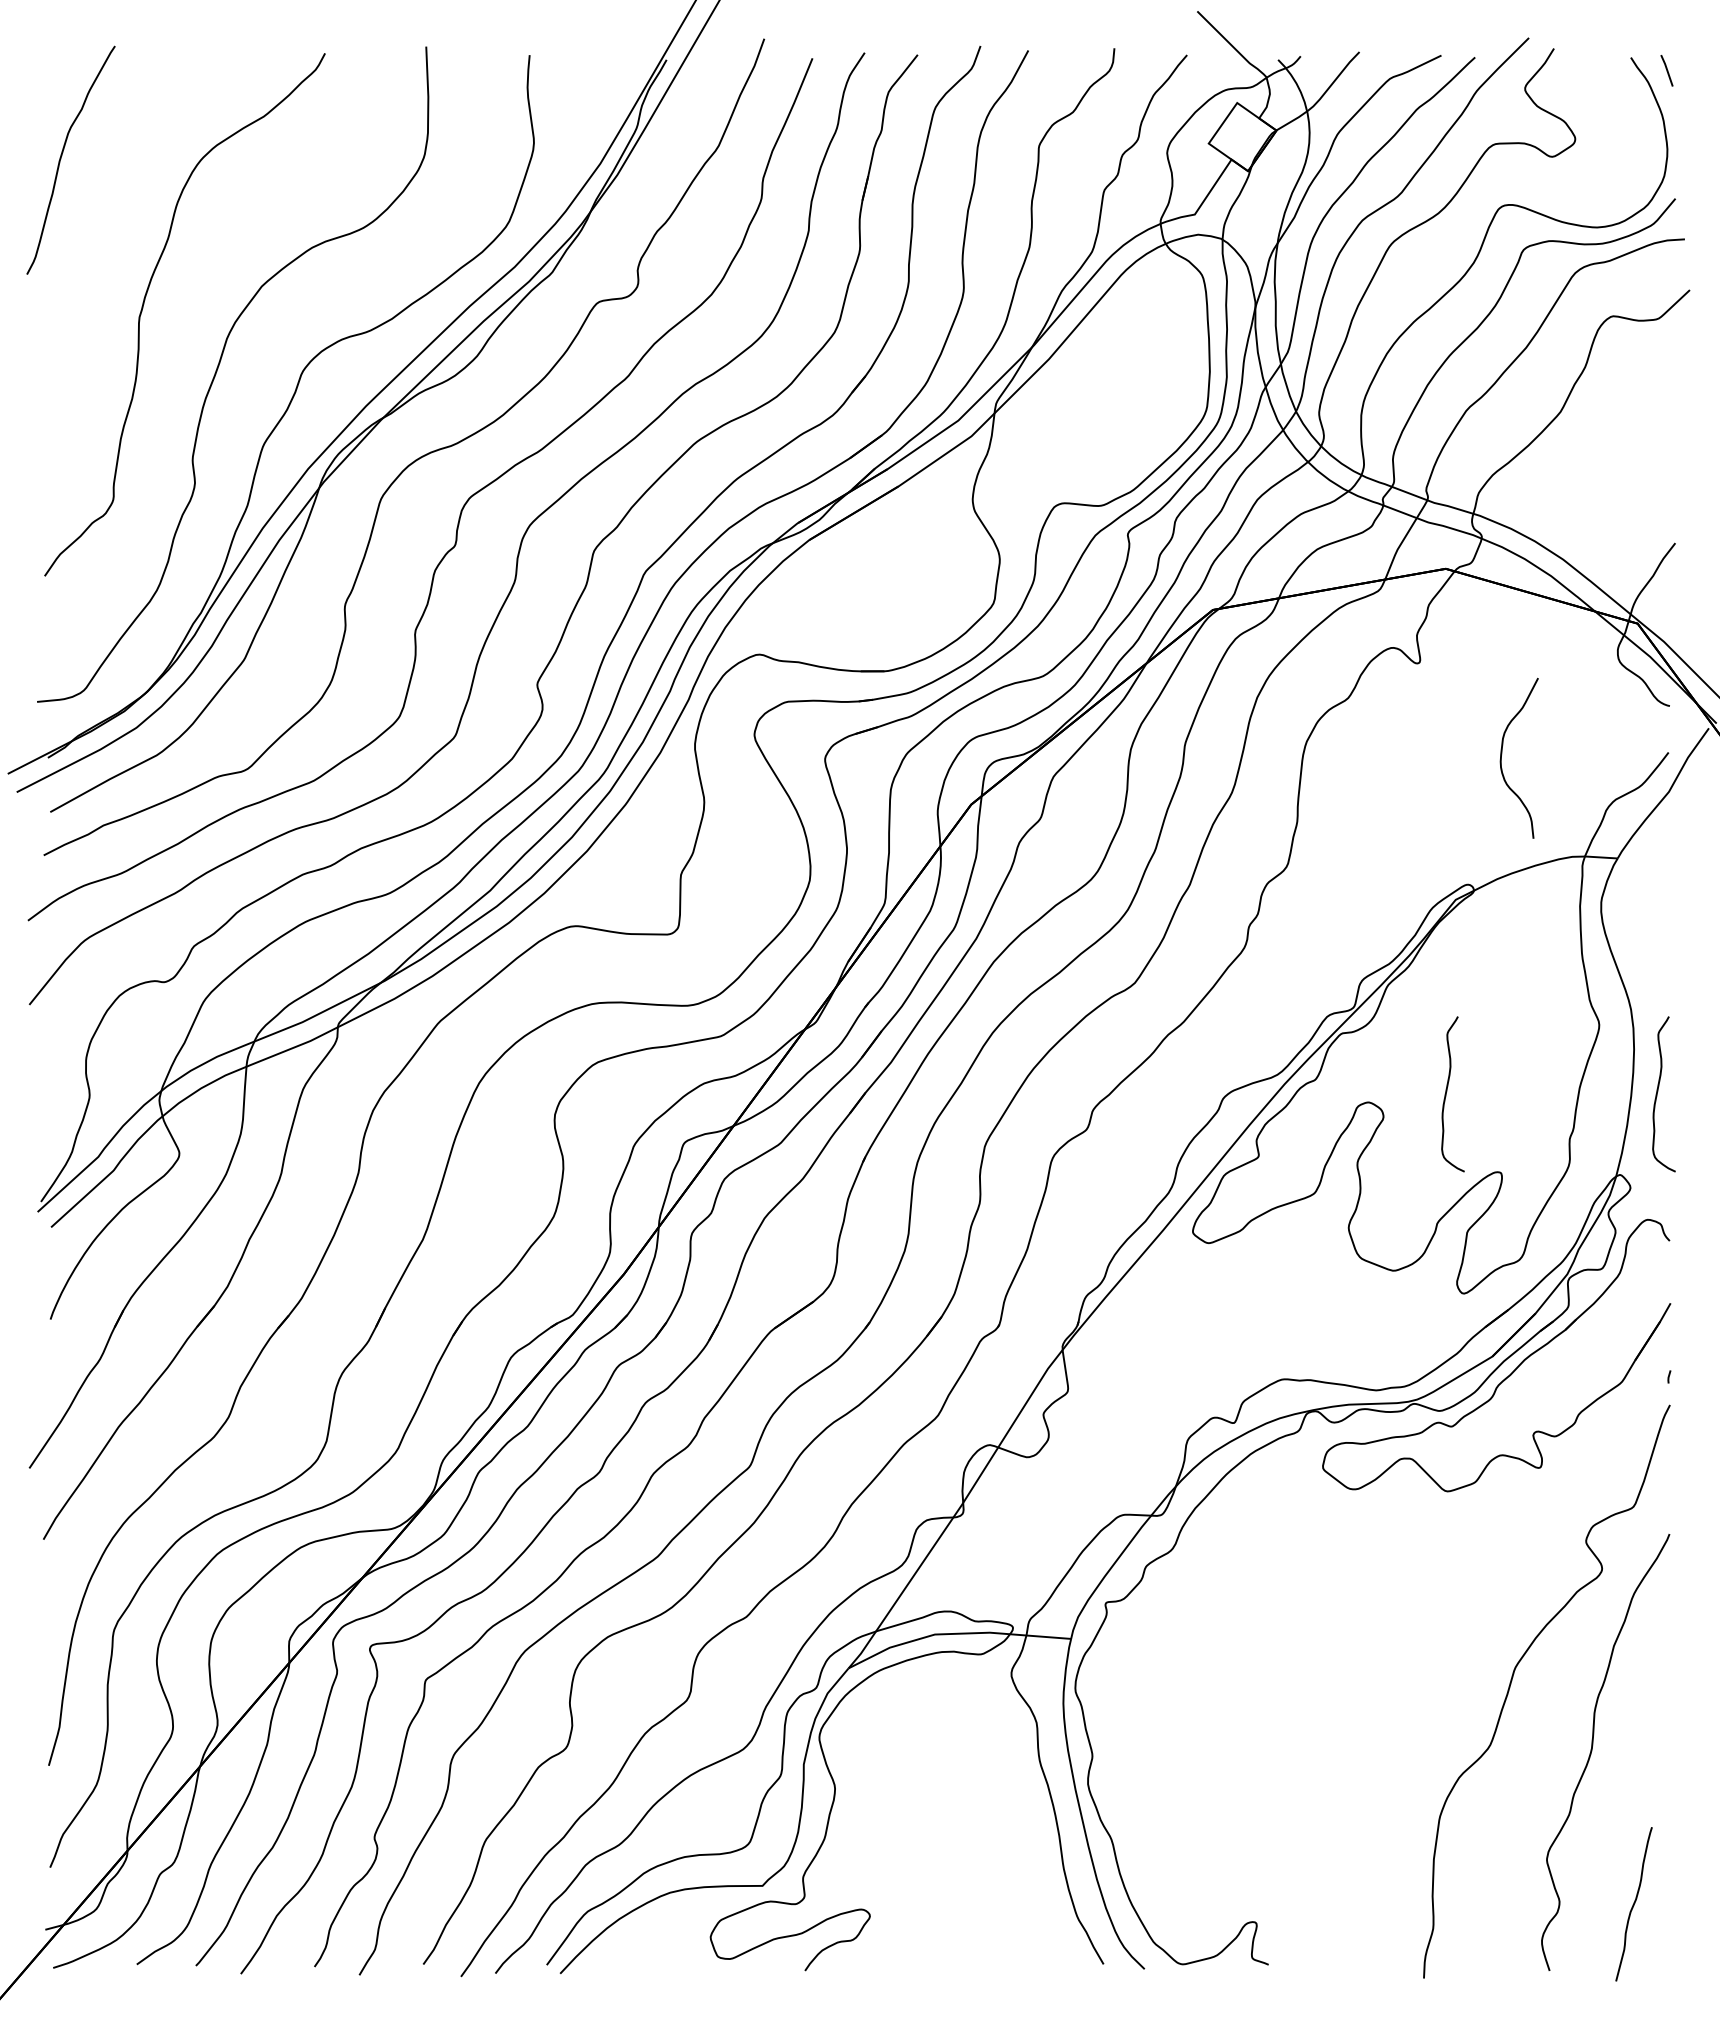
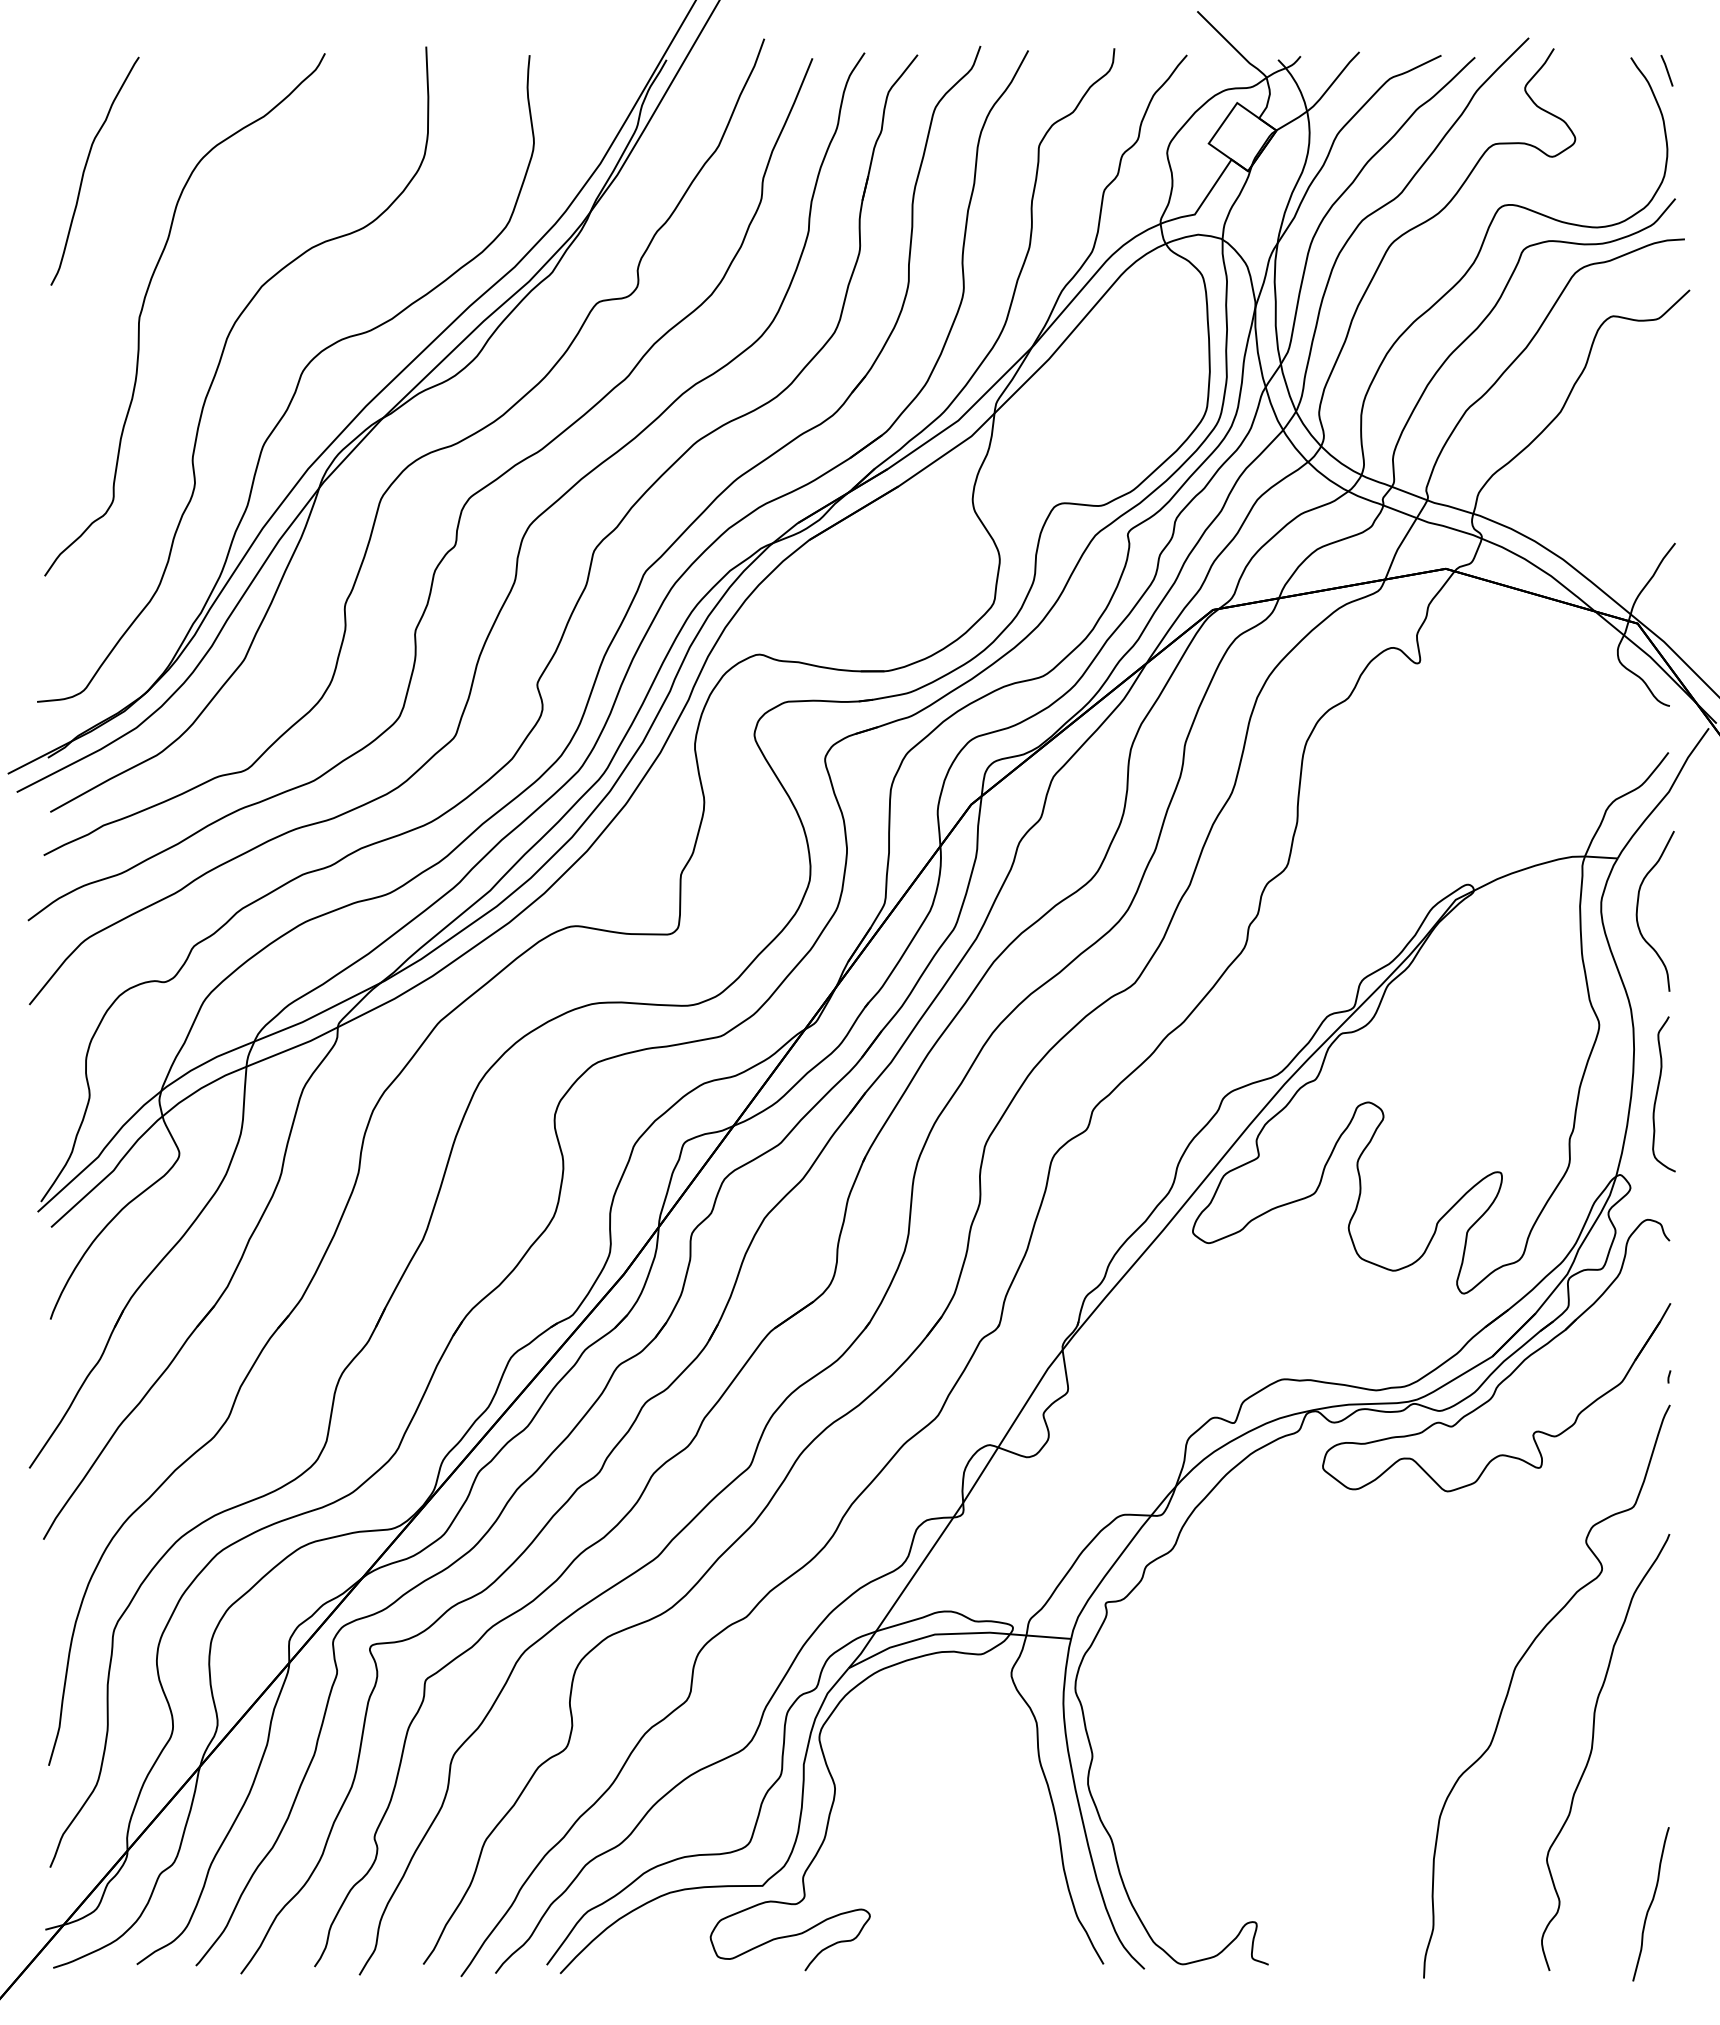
curve at (62, 155) position: (62, 155) -> (86, 166)
curve at (1502, 754) position: (1502, 754) -> (1638, 907)
curve at (1447, 1091): present -> none
curve at (1633, 1904) position: (1633, 1904) -> (1650, 1904)
